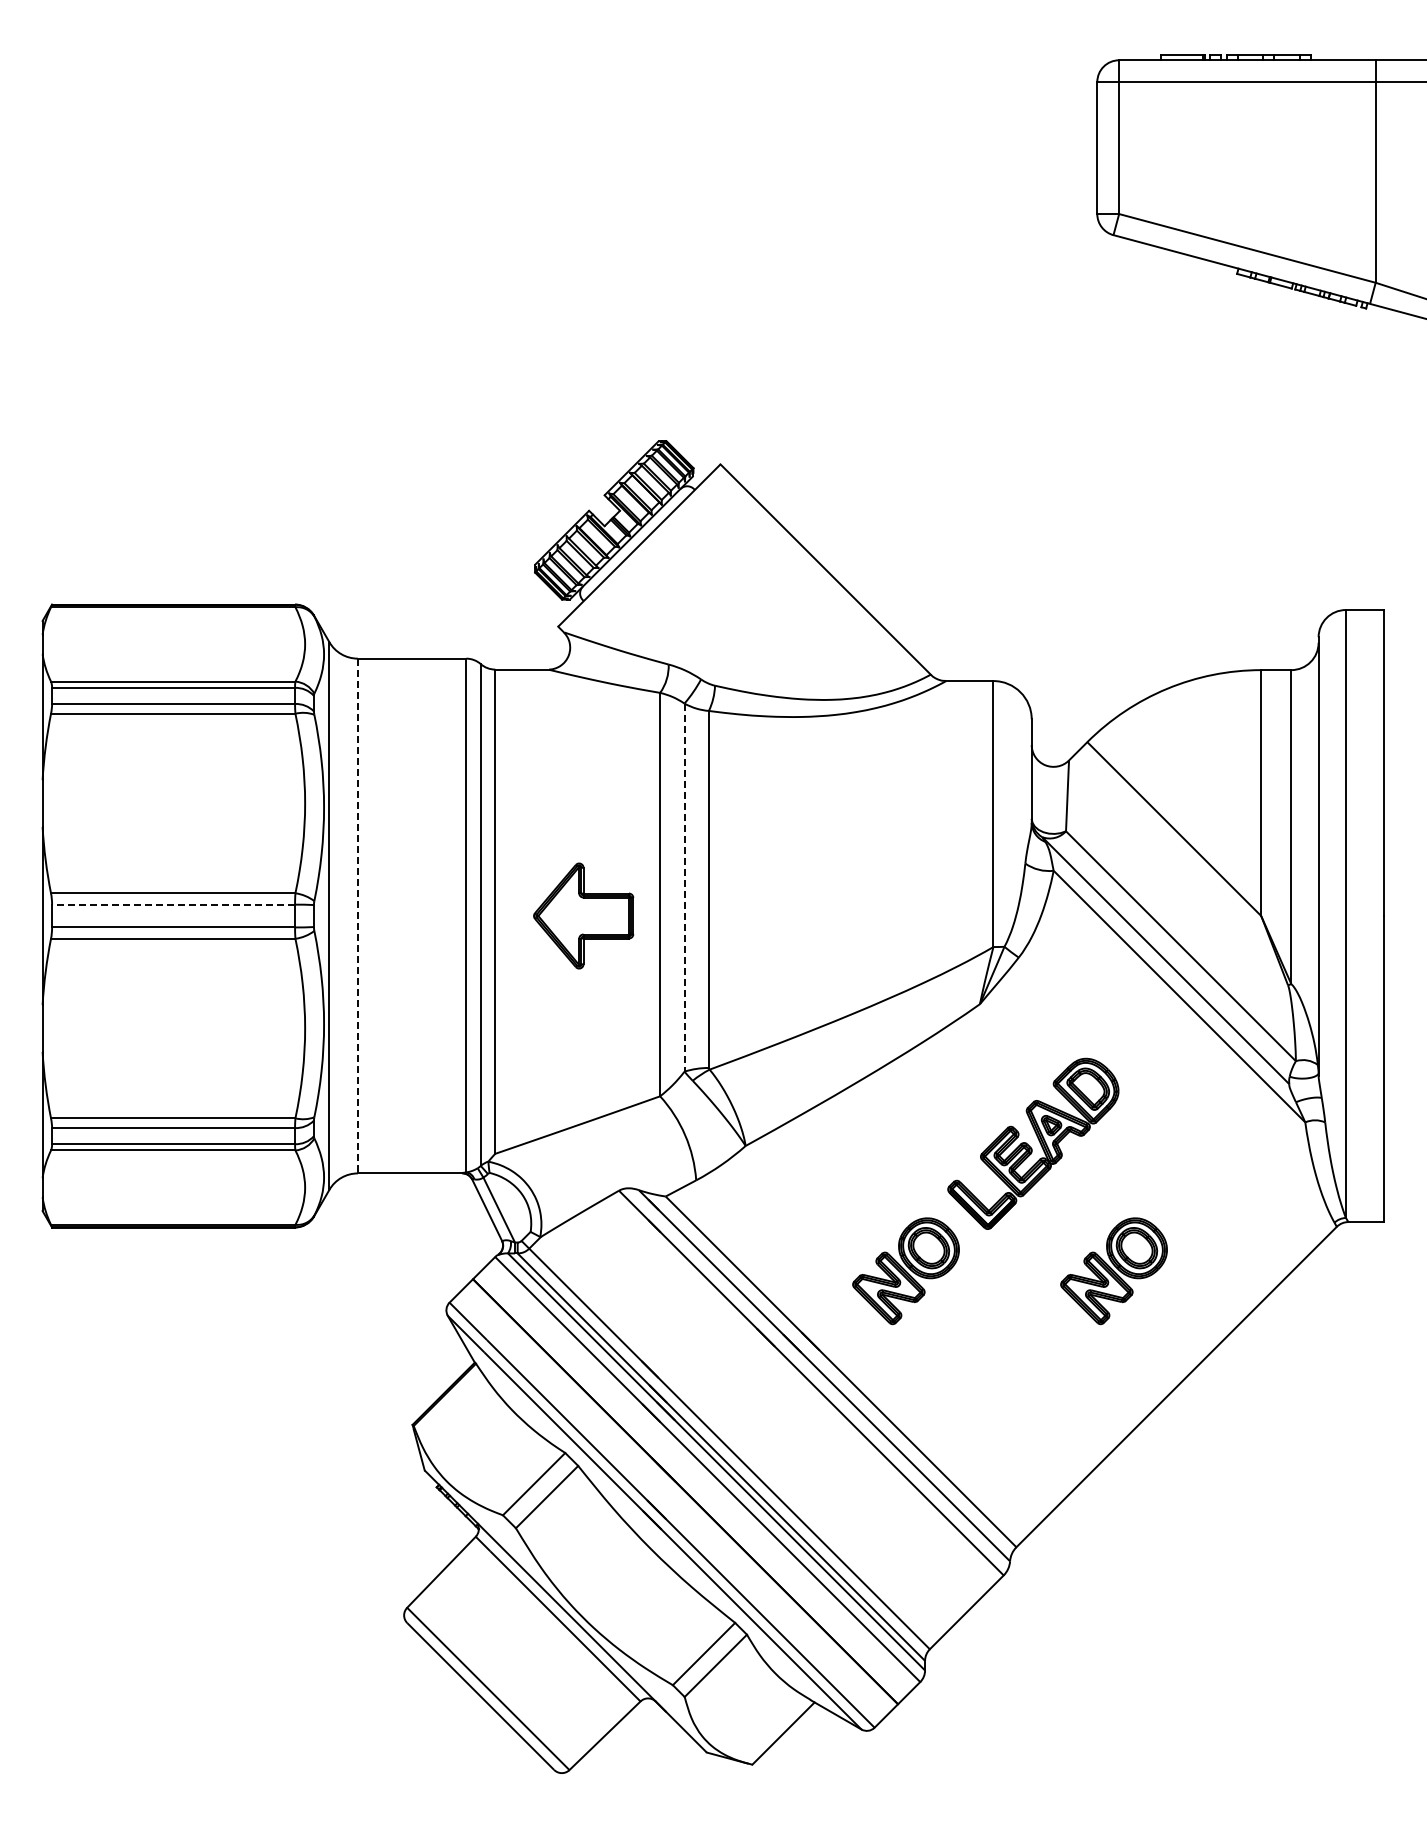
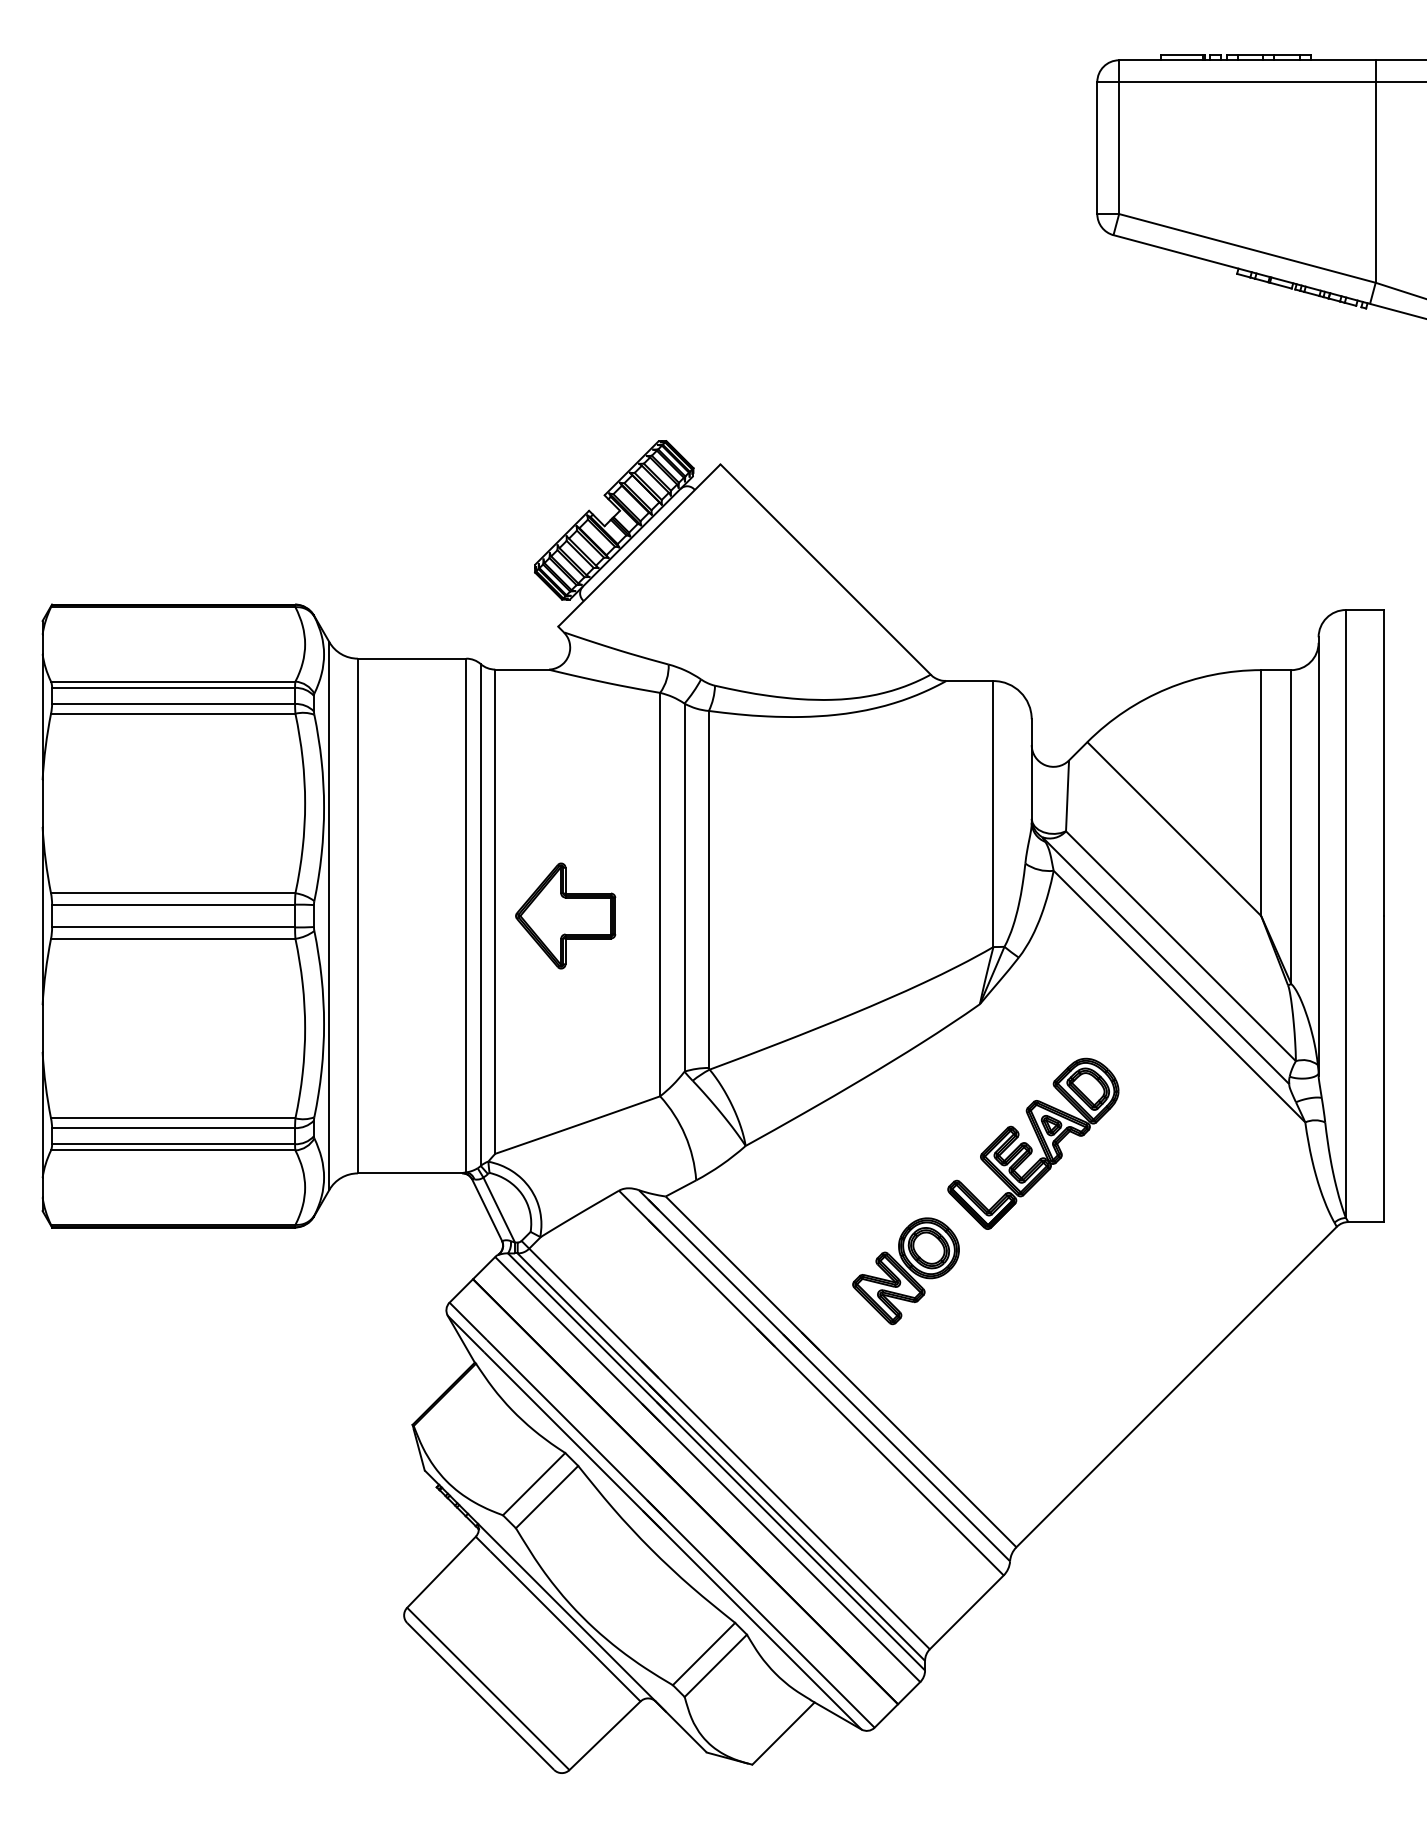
line at (684, 888): dashed -> solid
line at (173, 904): dashed -> solid
part at (583, 915) position: (583, 915) -> (565, 915)
line at (357, 916): dashed -> solid
part at (1113, 1271): present -> none
